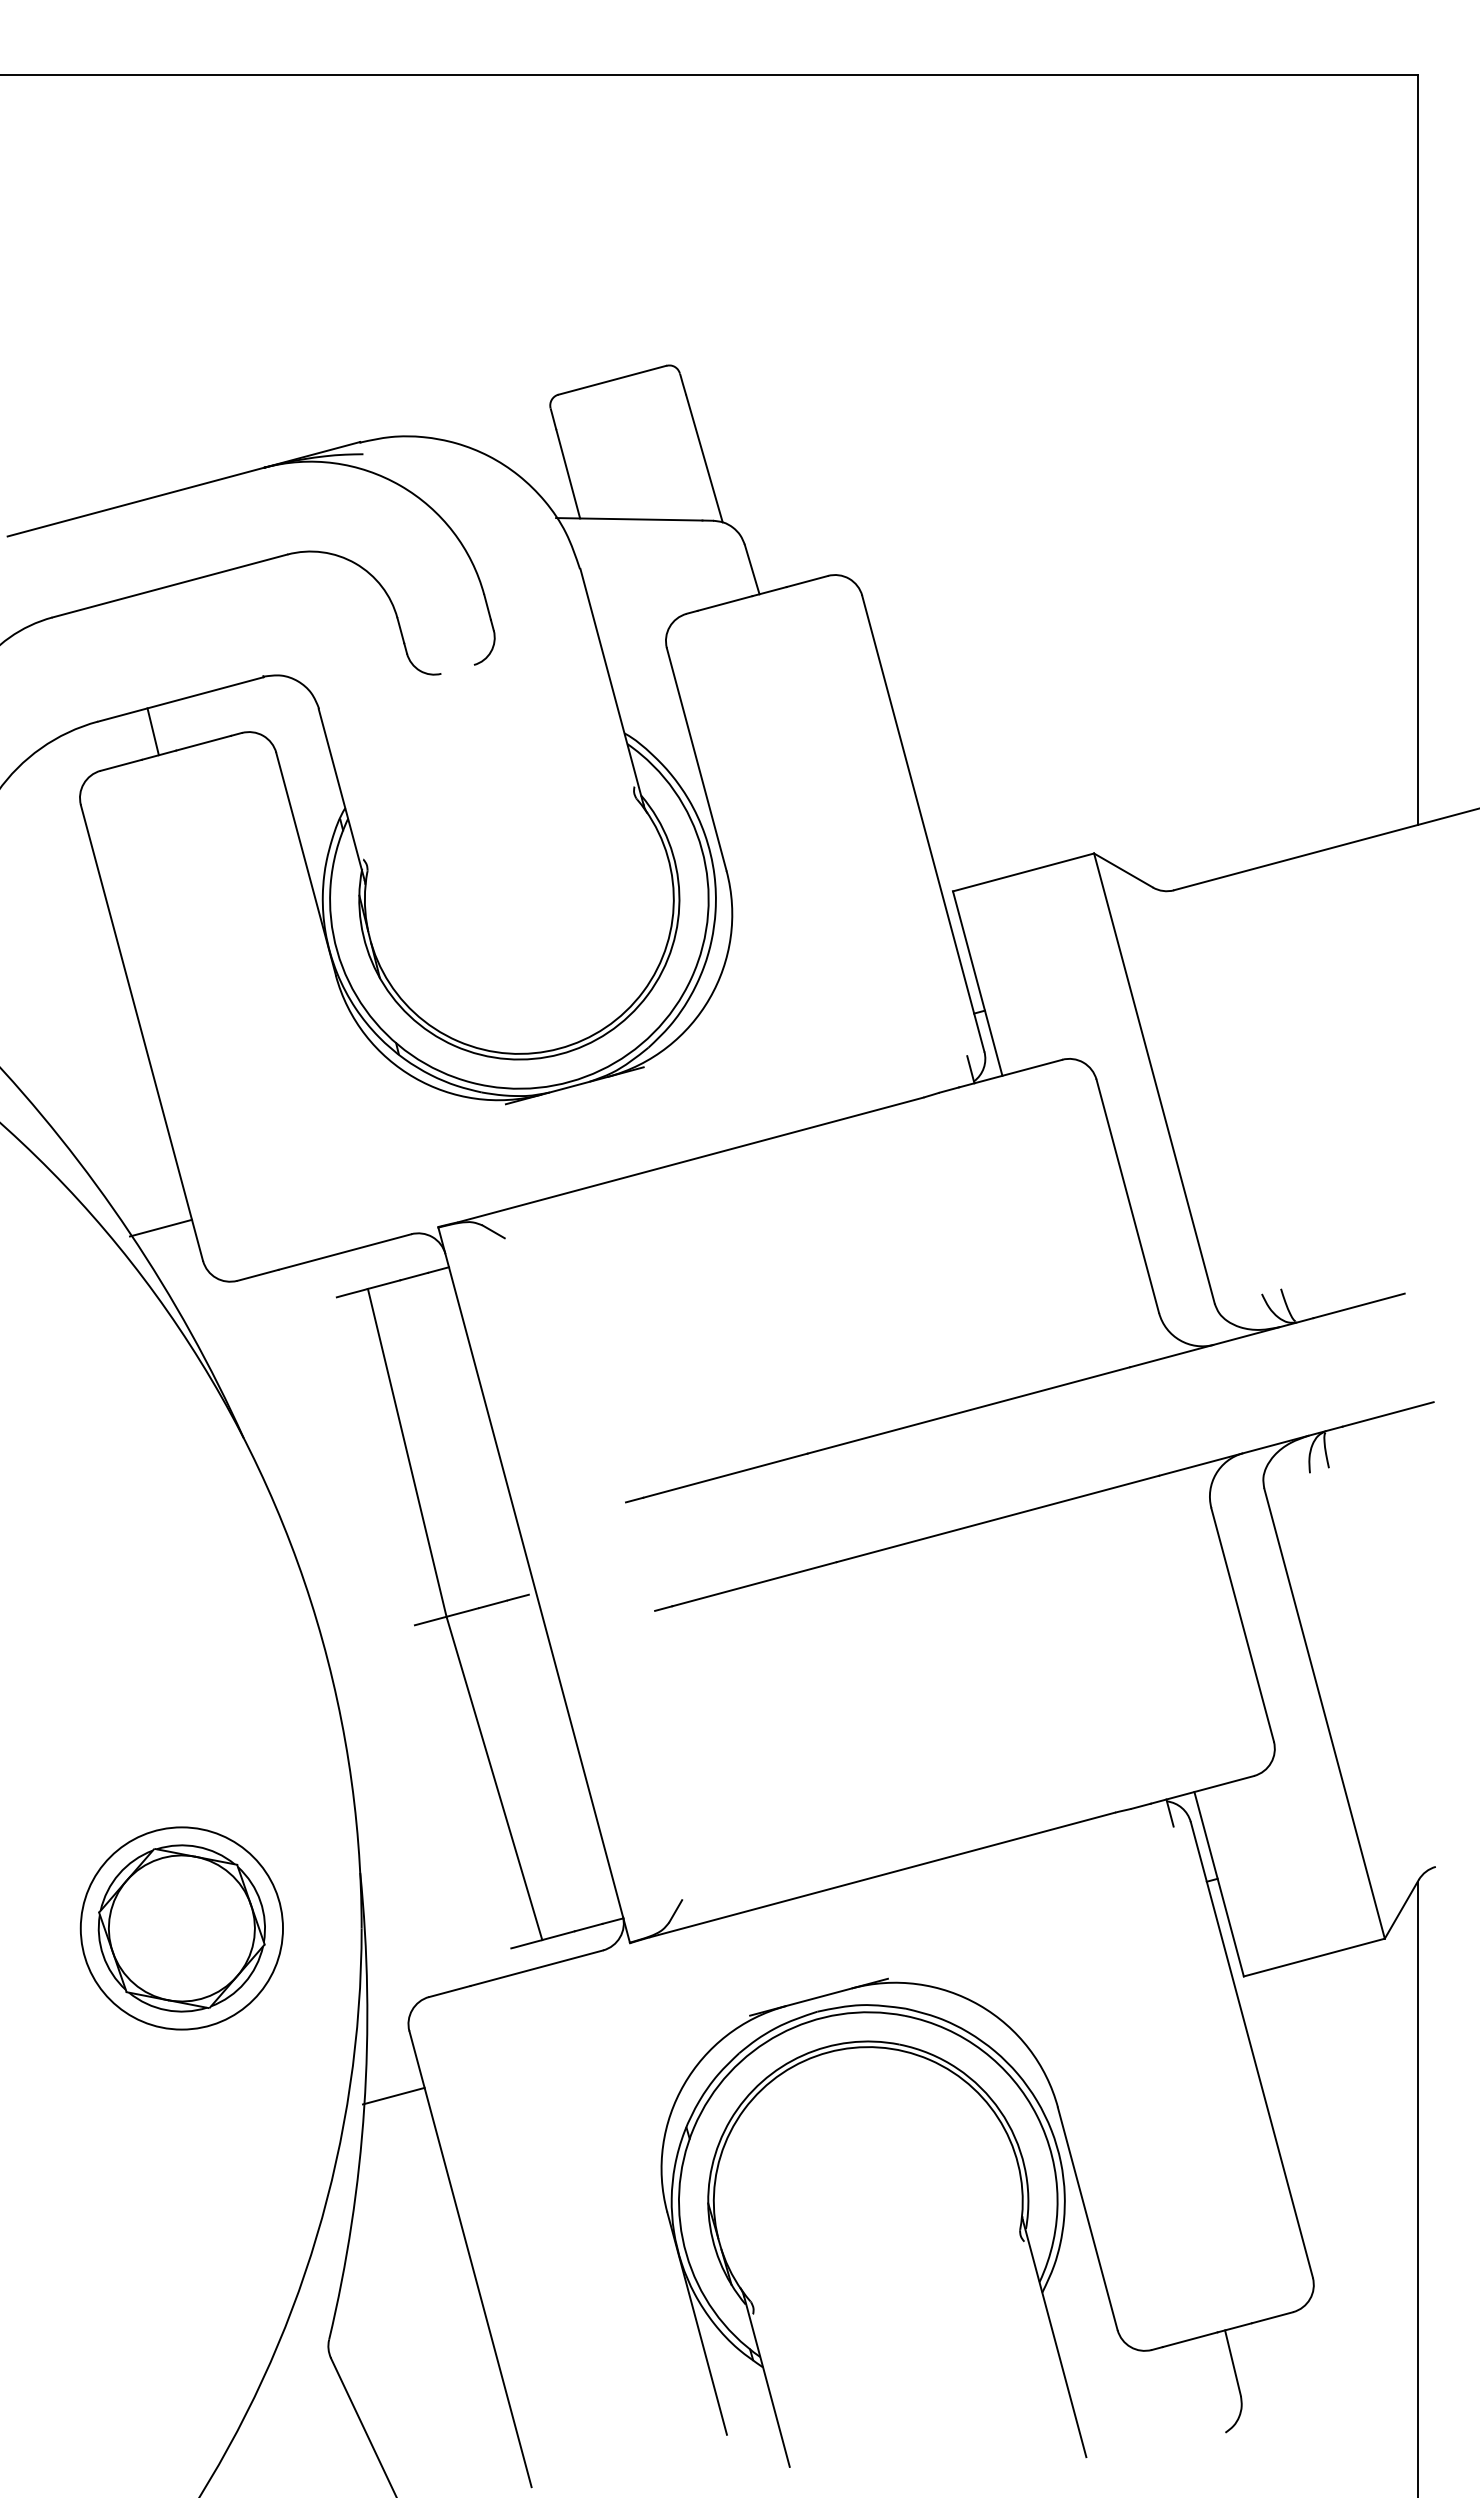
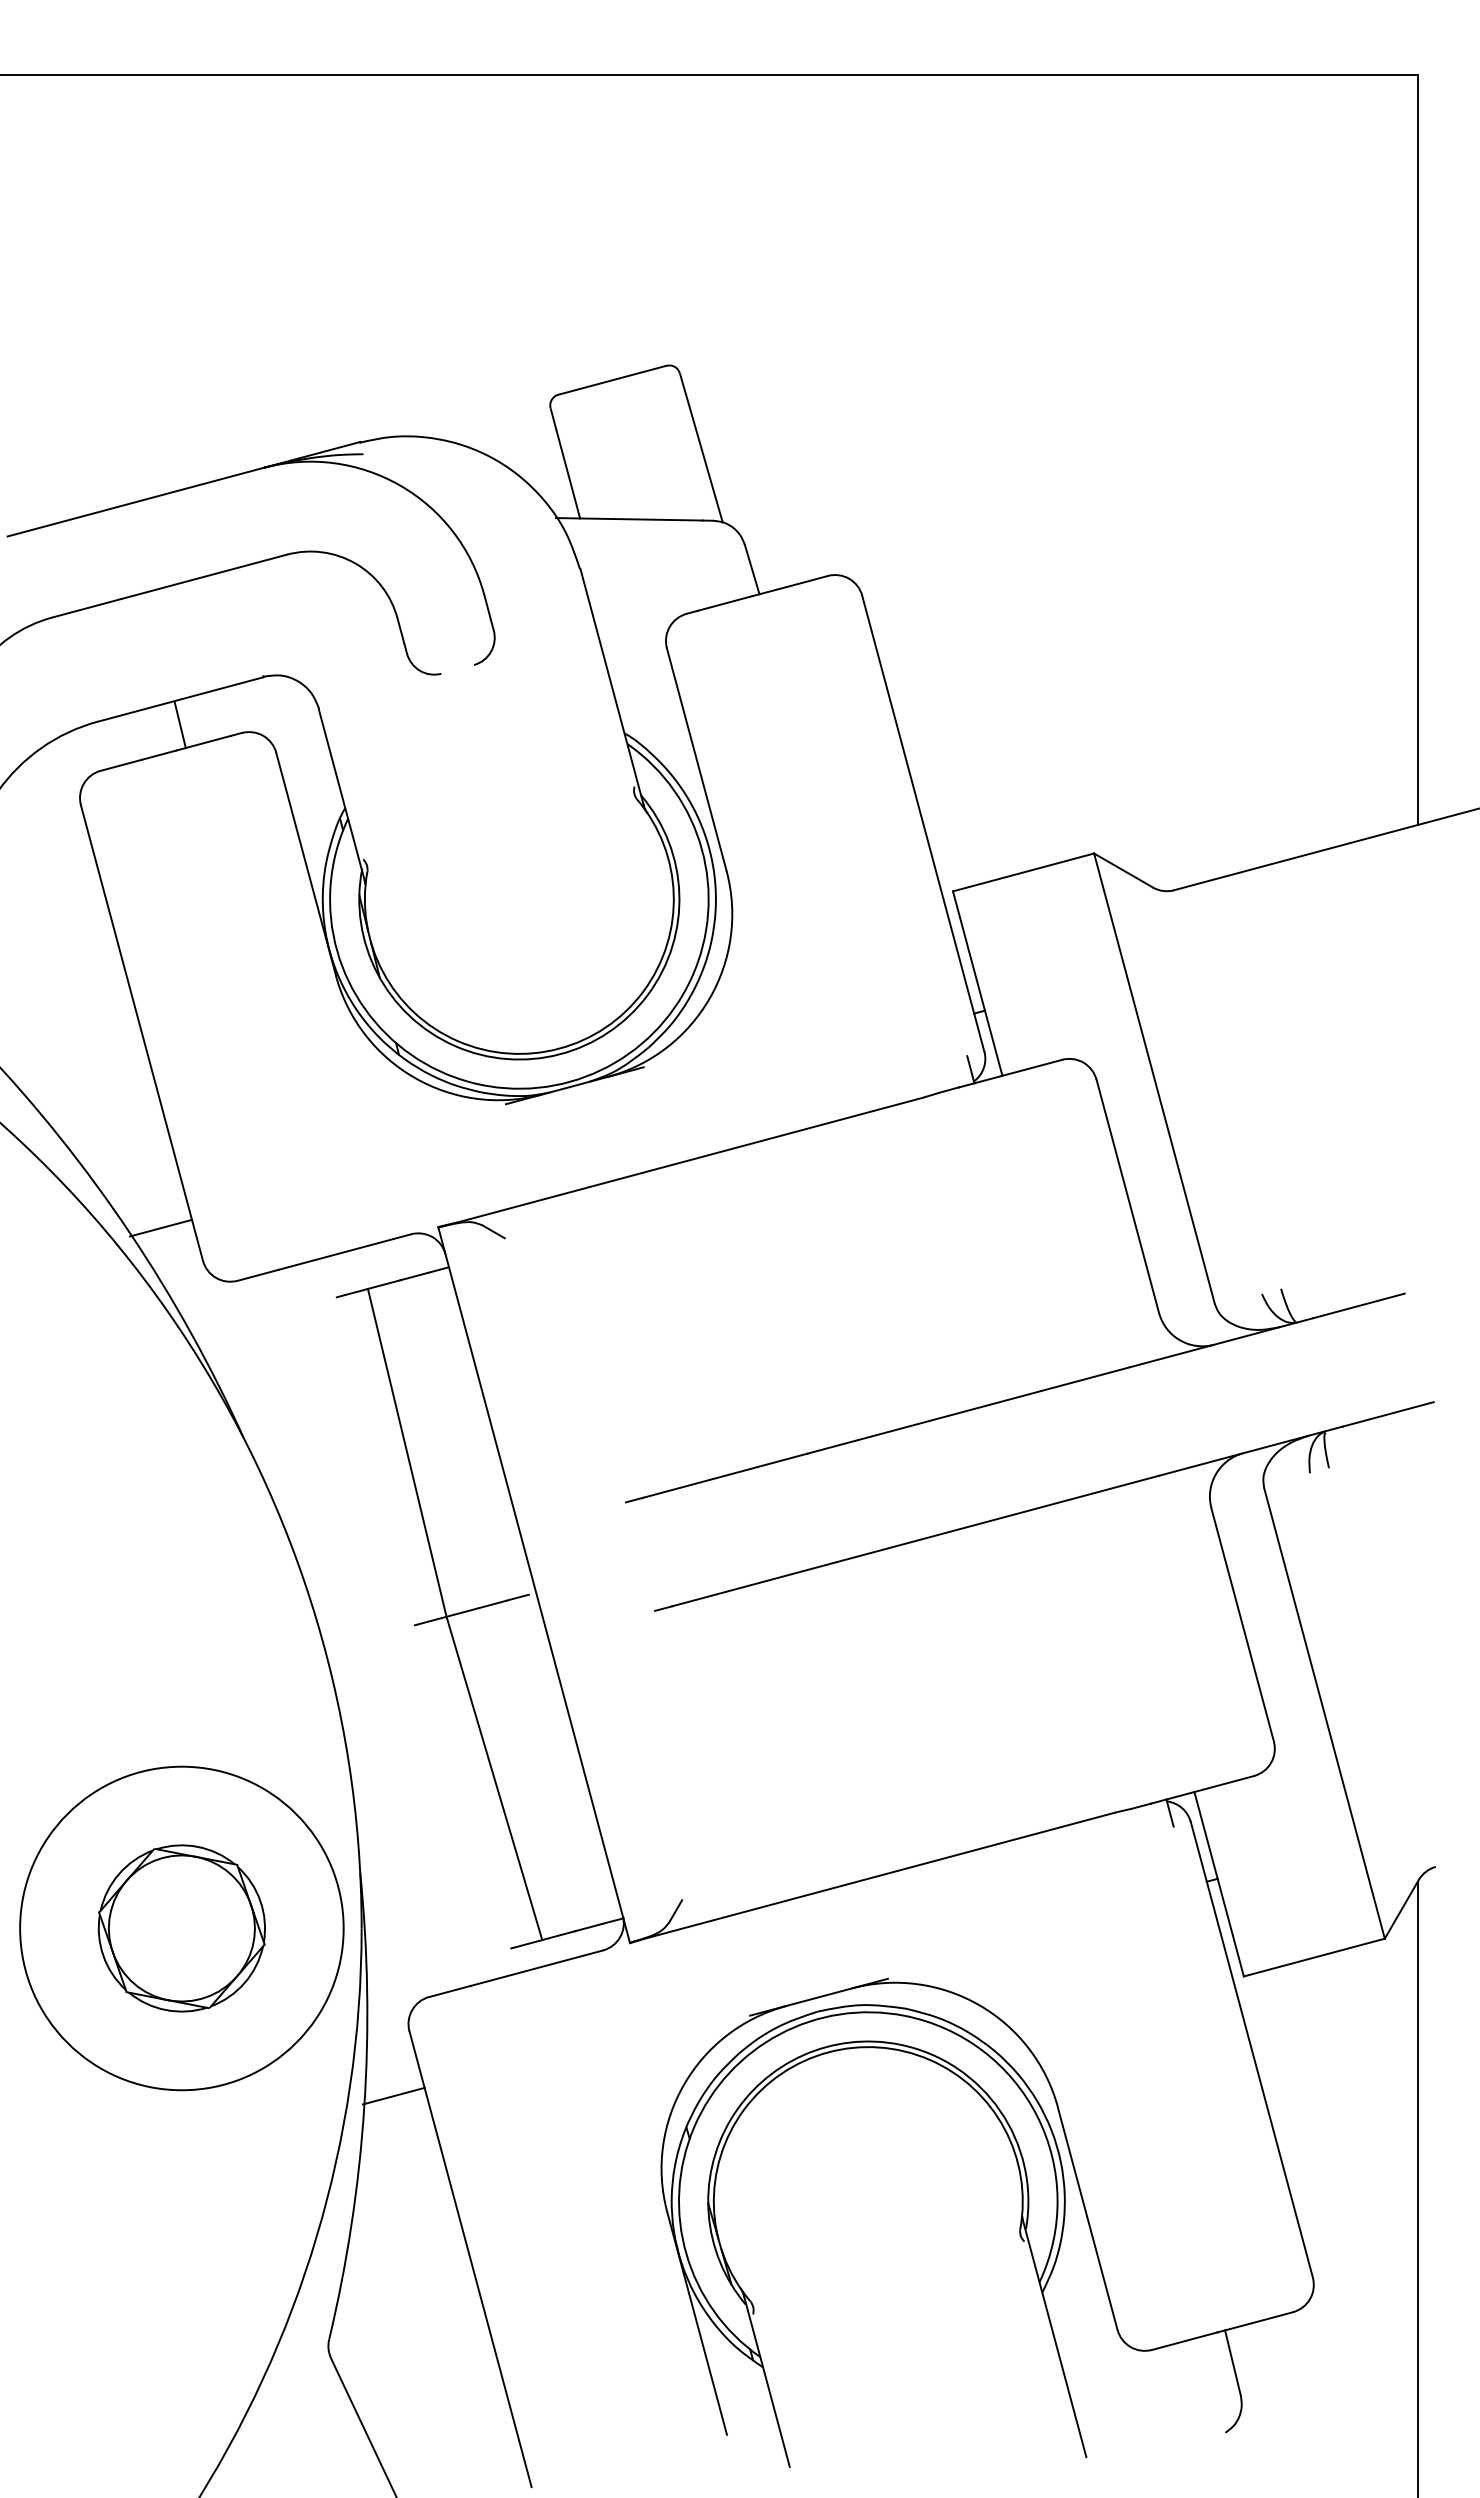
line at (152, 731) position: (152, 731) -> (179, 724)
circle at (181, 1928) diameter: 202 px -> 324 px
